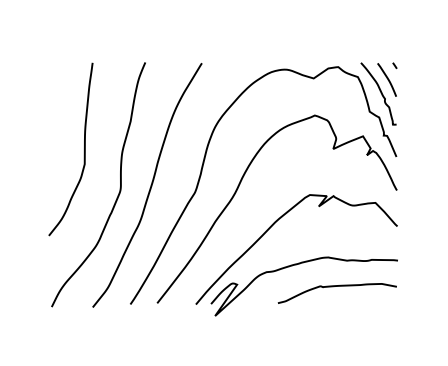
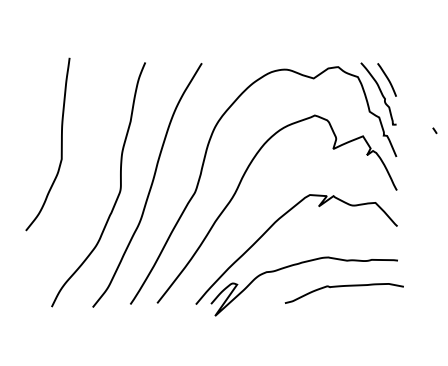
line at (394, 65) position: (394, 65) -> (434, 130)
curve at (83, 151) position: (83, 151) -> (60, 146)
curve at (333, 287) position: (333, 287) -> (340, 287)
